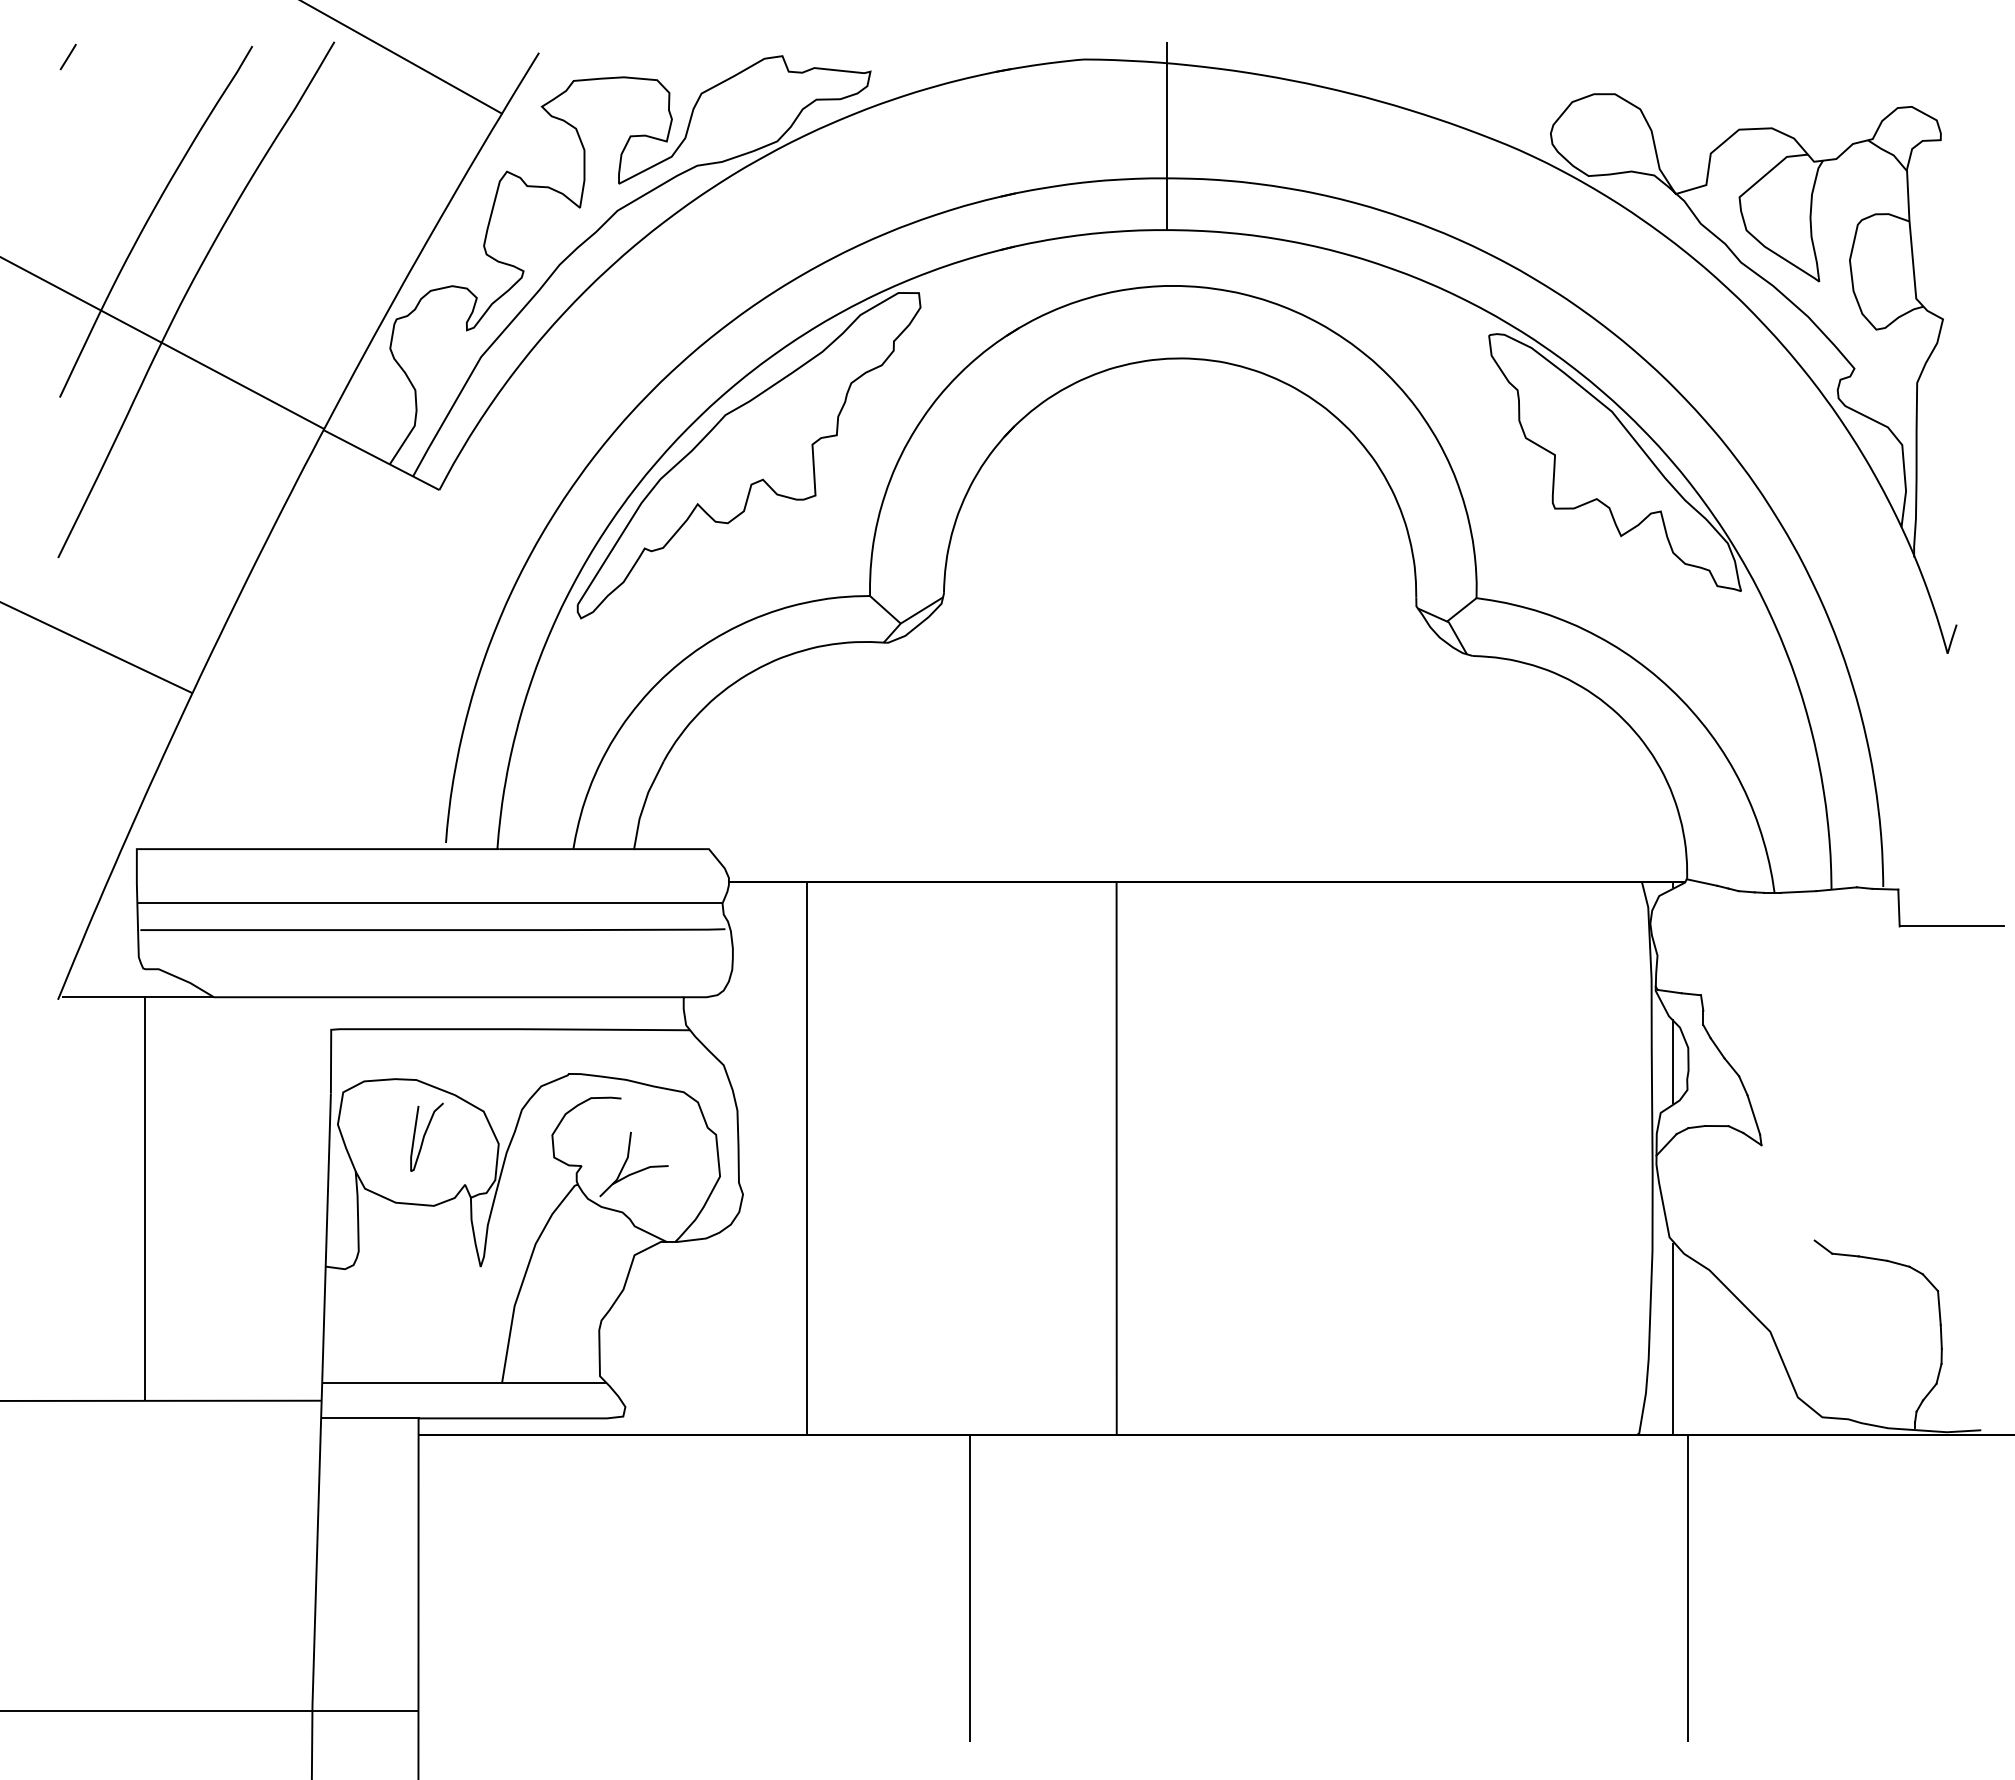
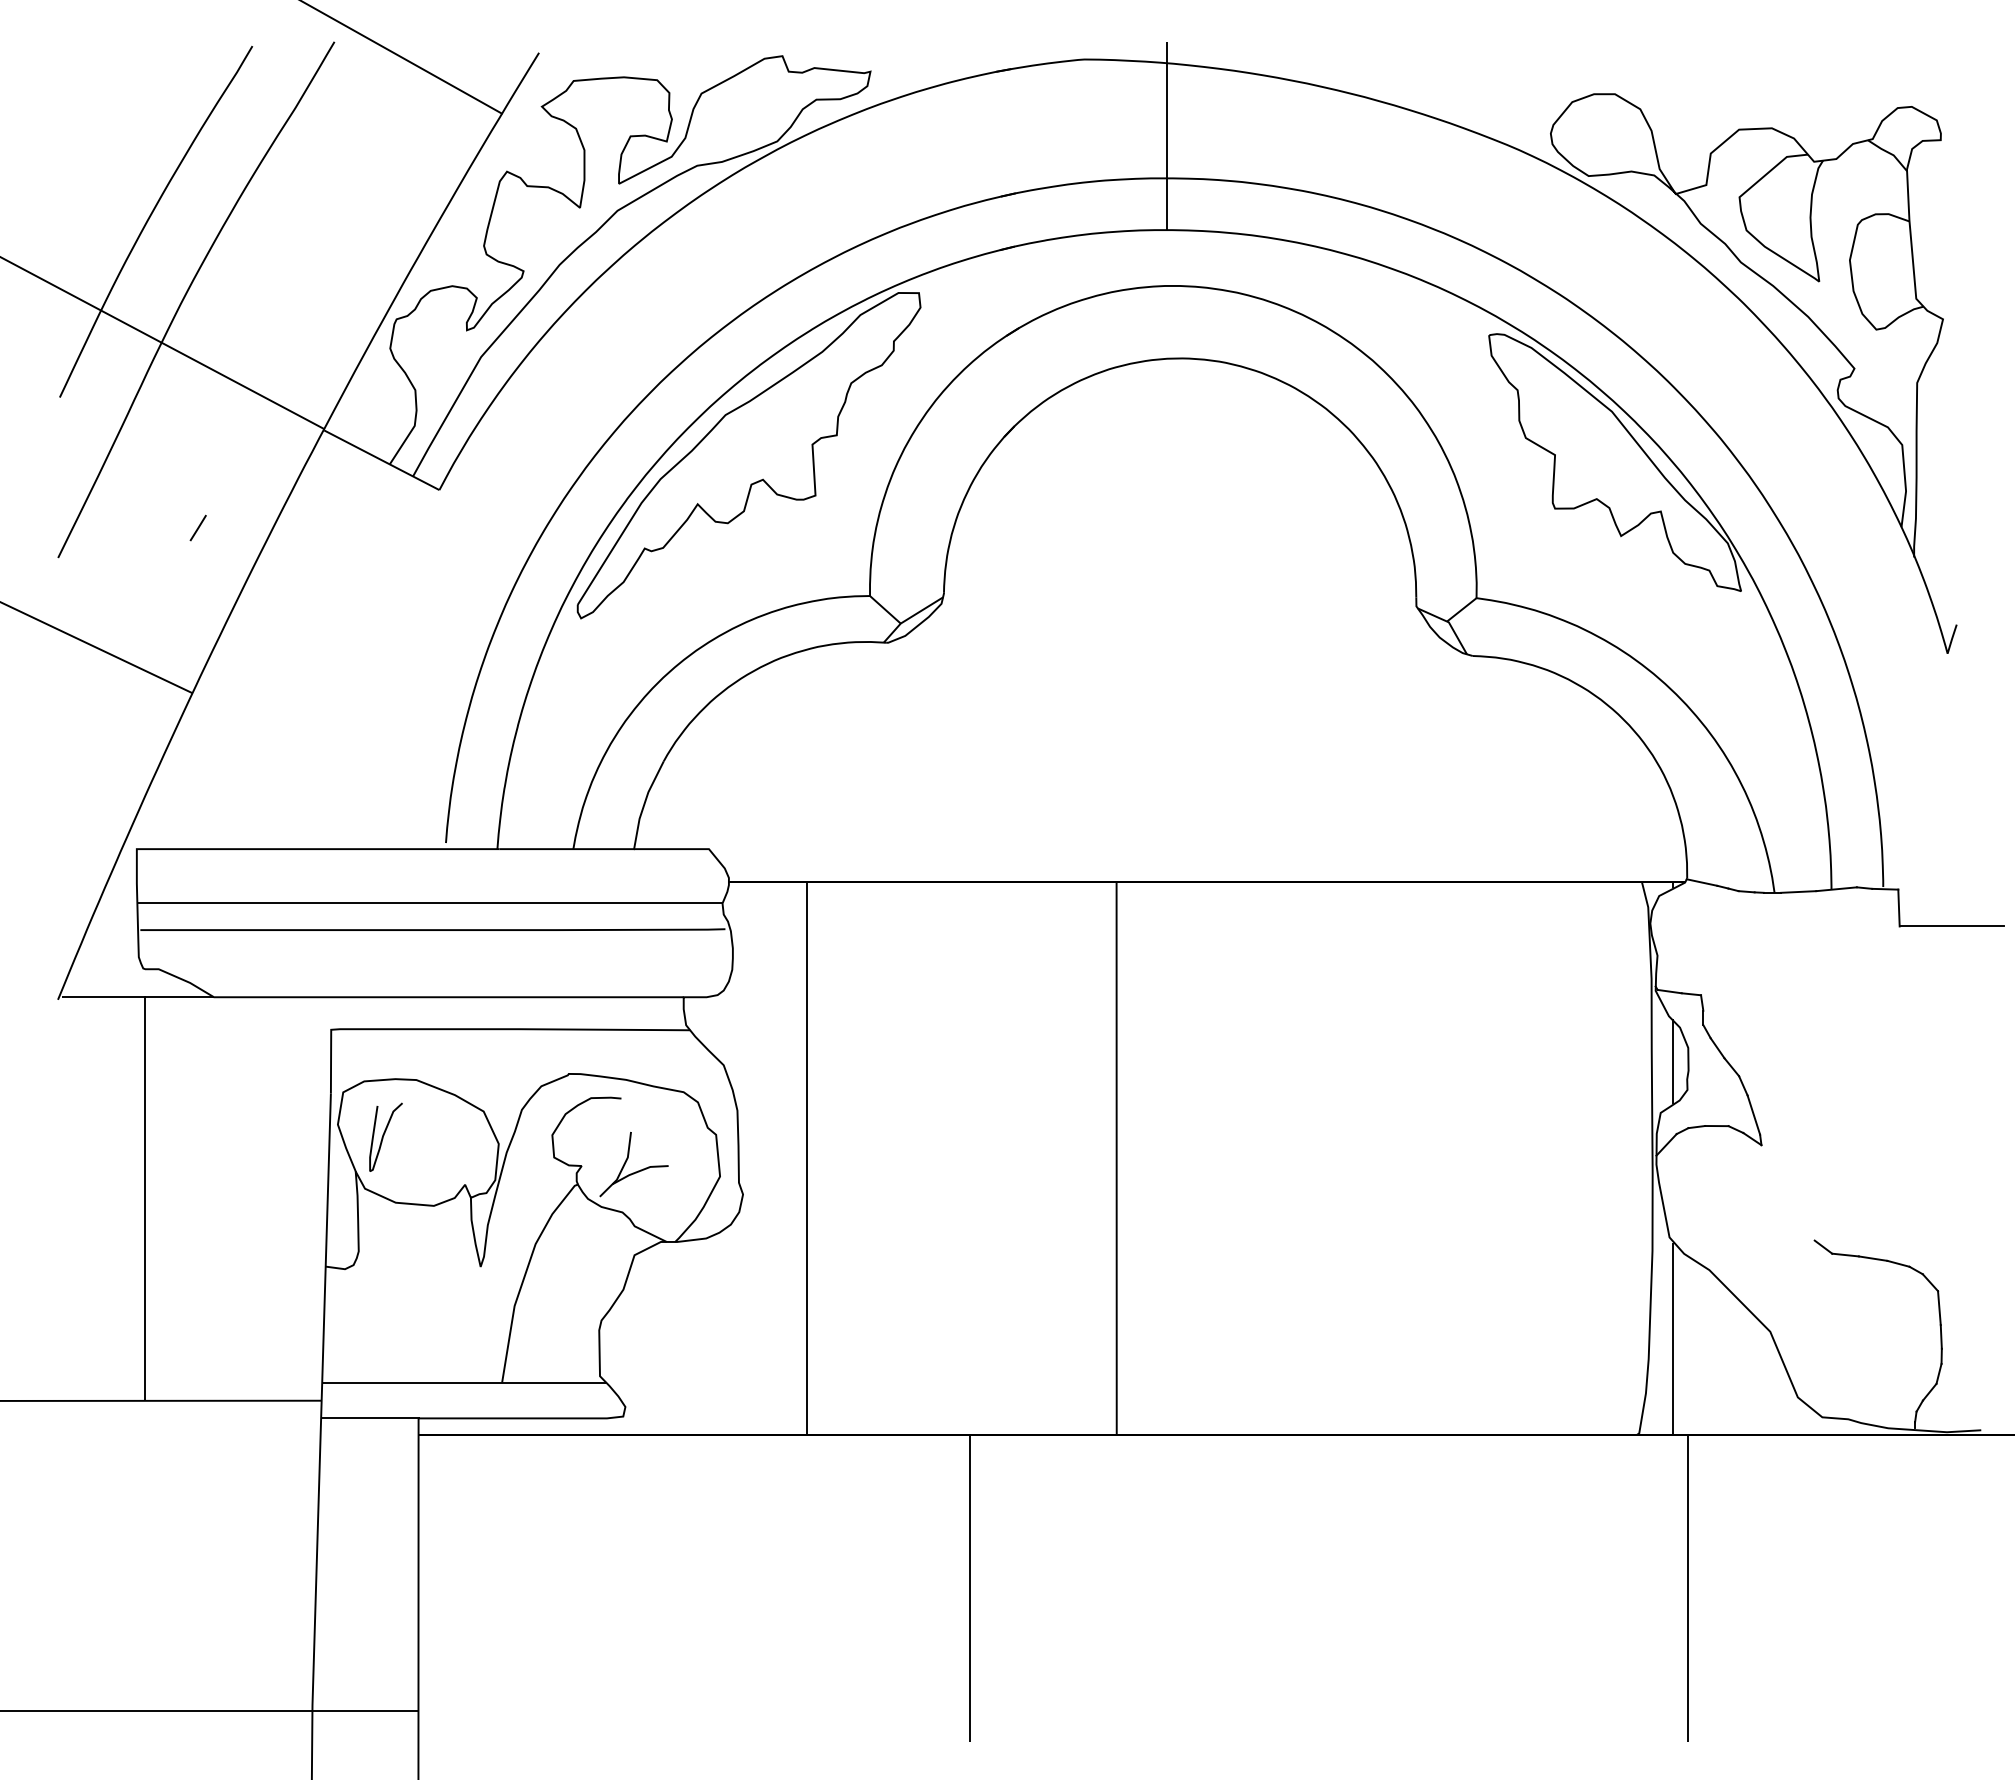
line at (67, 56) position: (67, 56) -> (197, 527)
curve at (425, 1135) position: (425, 1135) -> (384, 1135)
